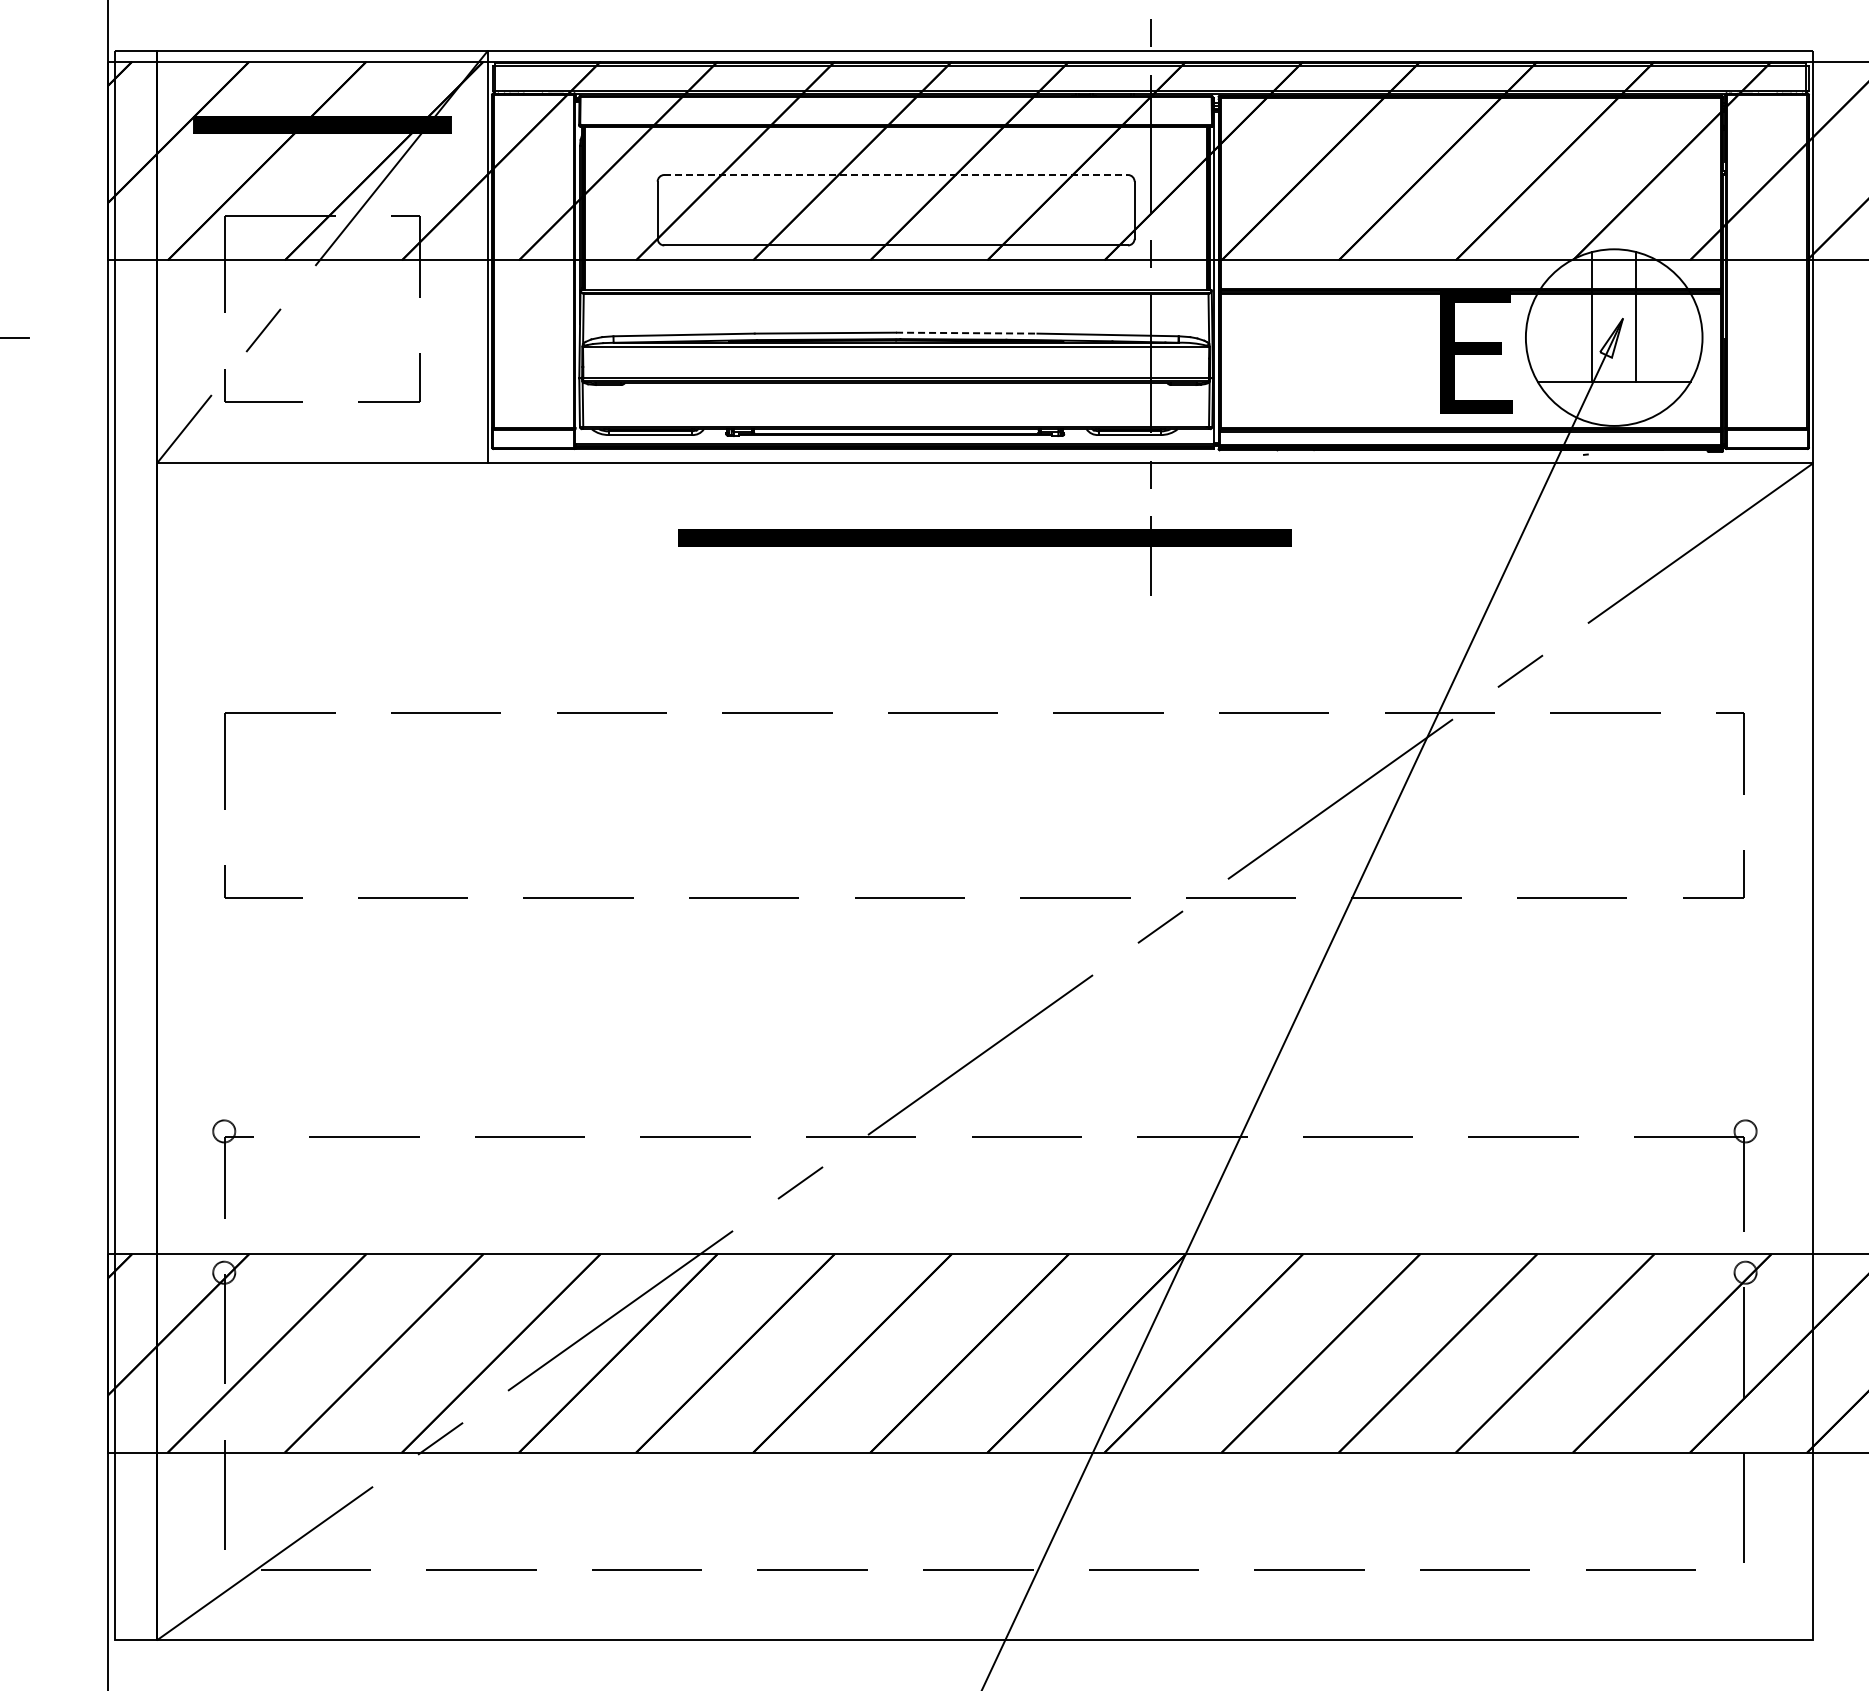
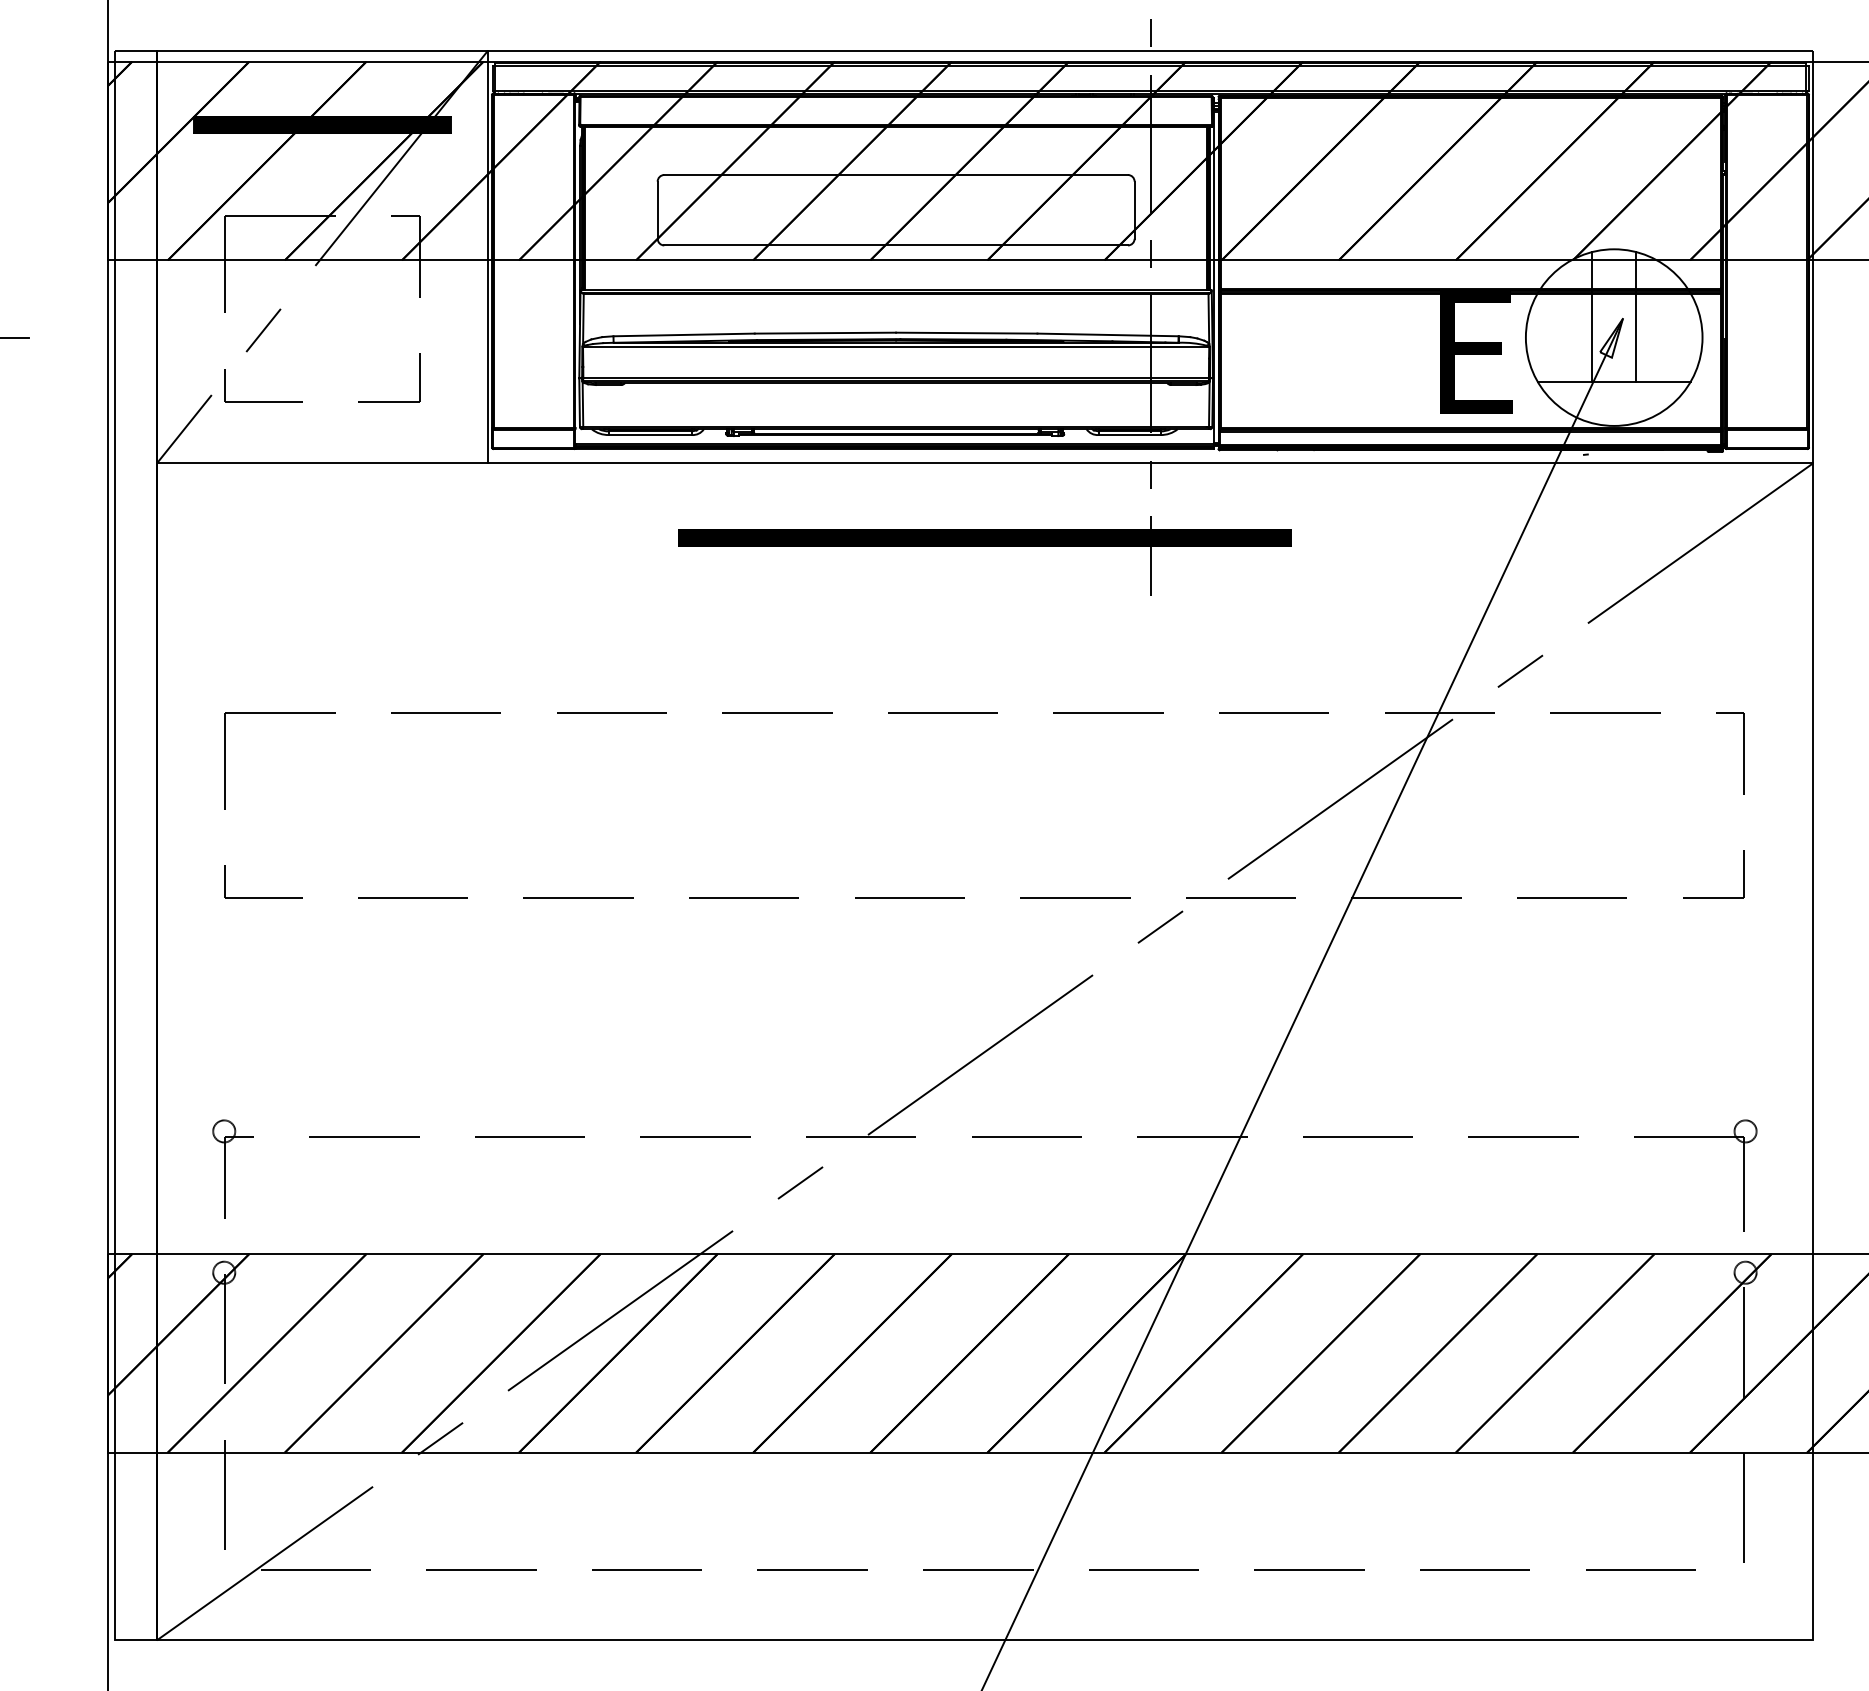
line at (896, 175): dashed -> solid
line at (966, 333): dashed -> solid
